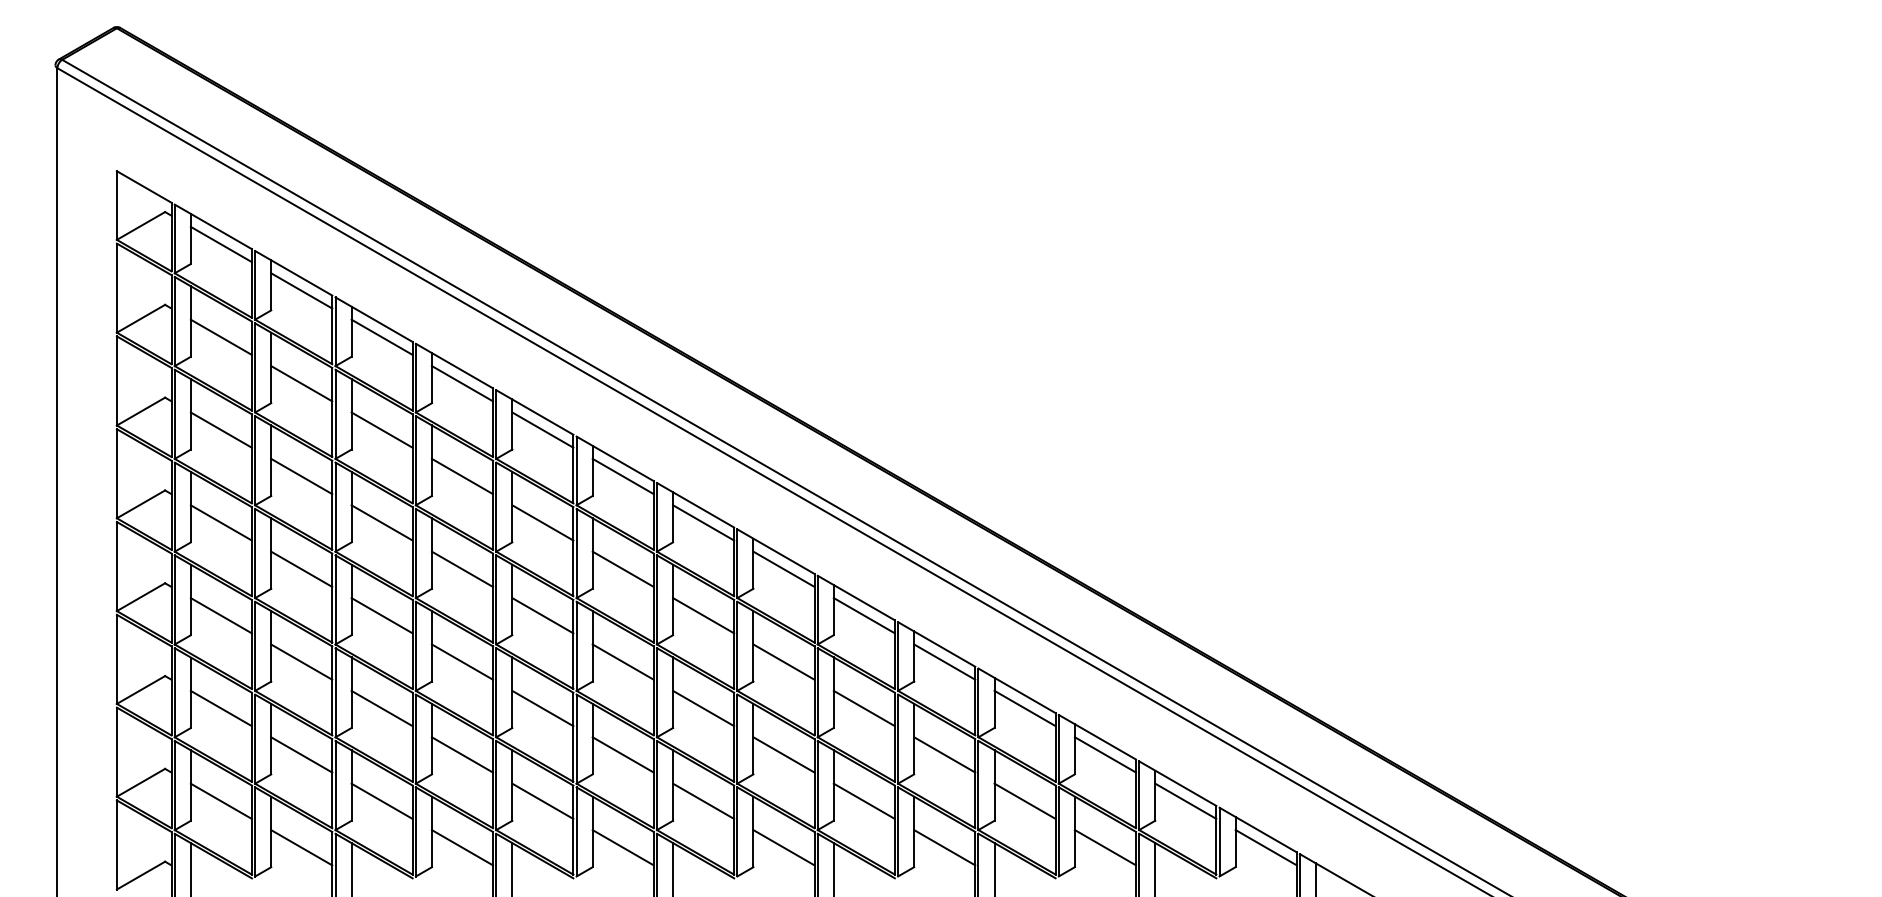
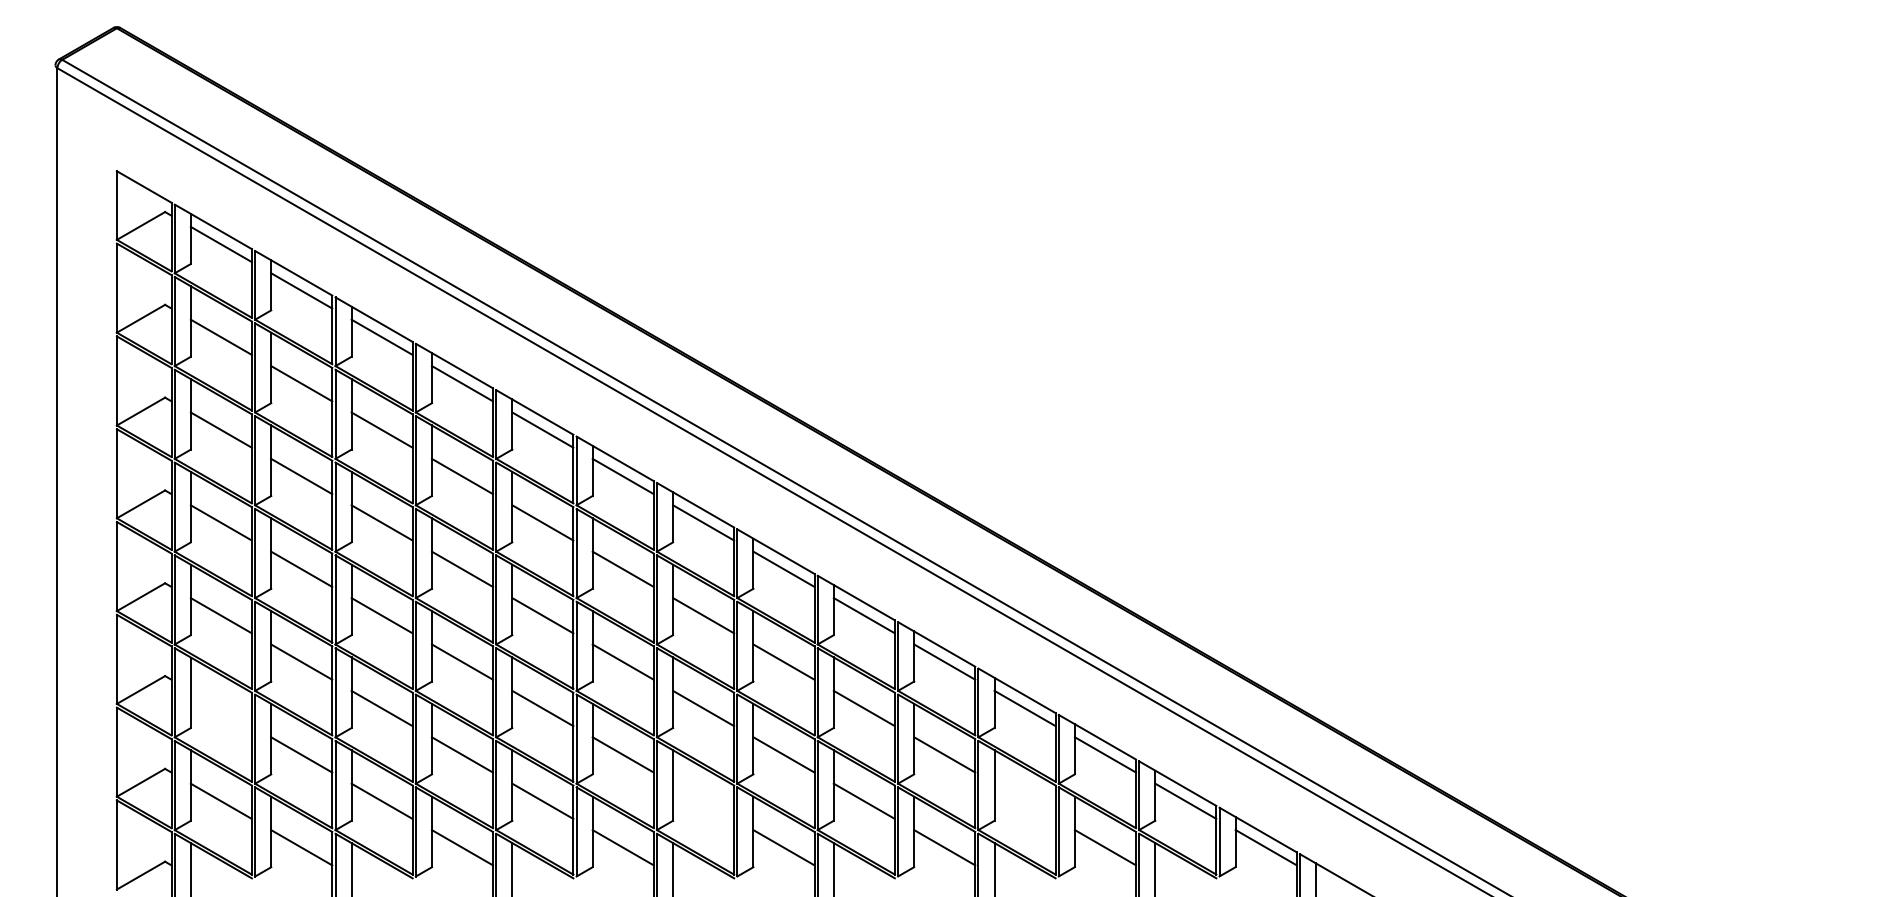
line at (220, 708): present -> none
line at (703, 800): present -> none
line at (1024, 800): present -> none
